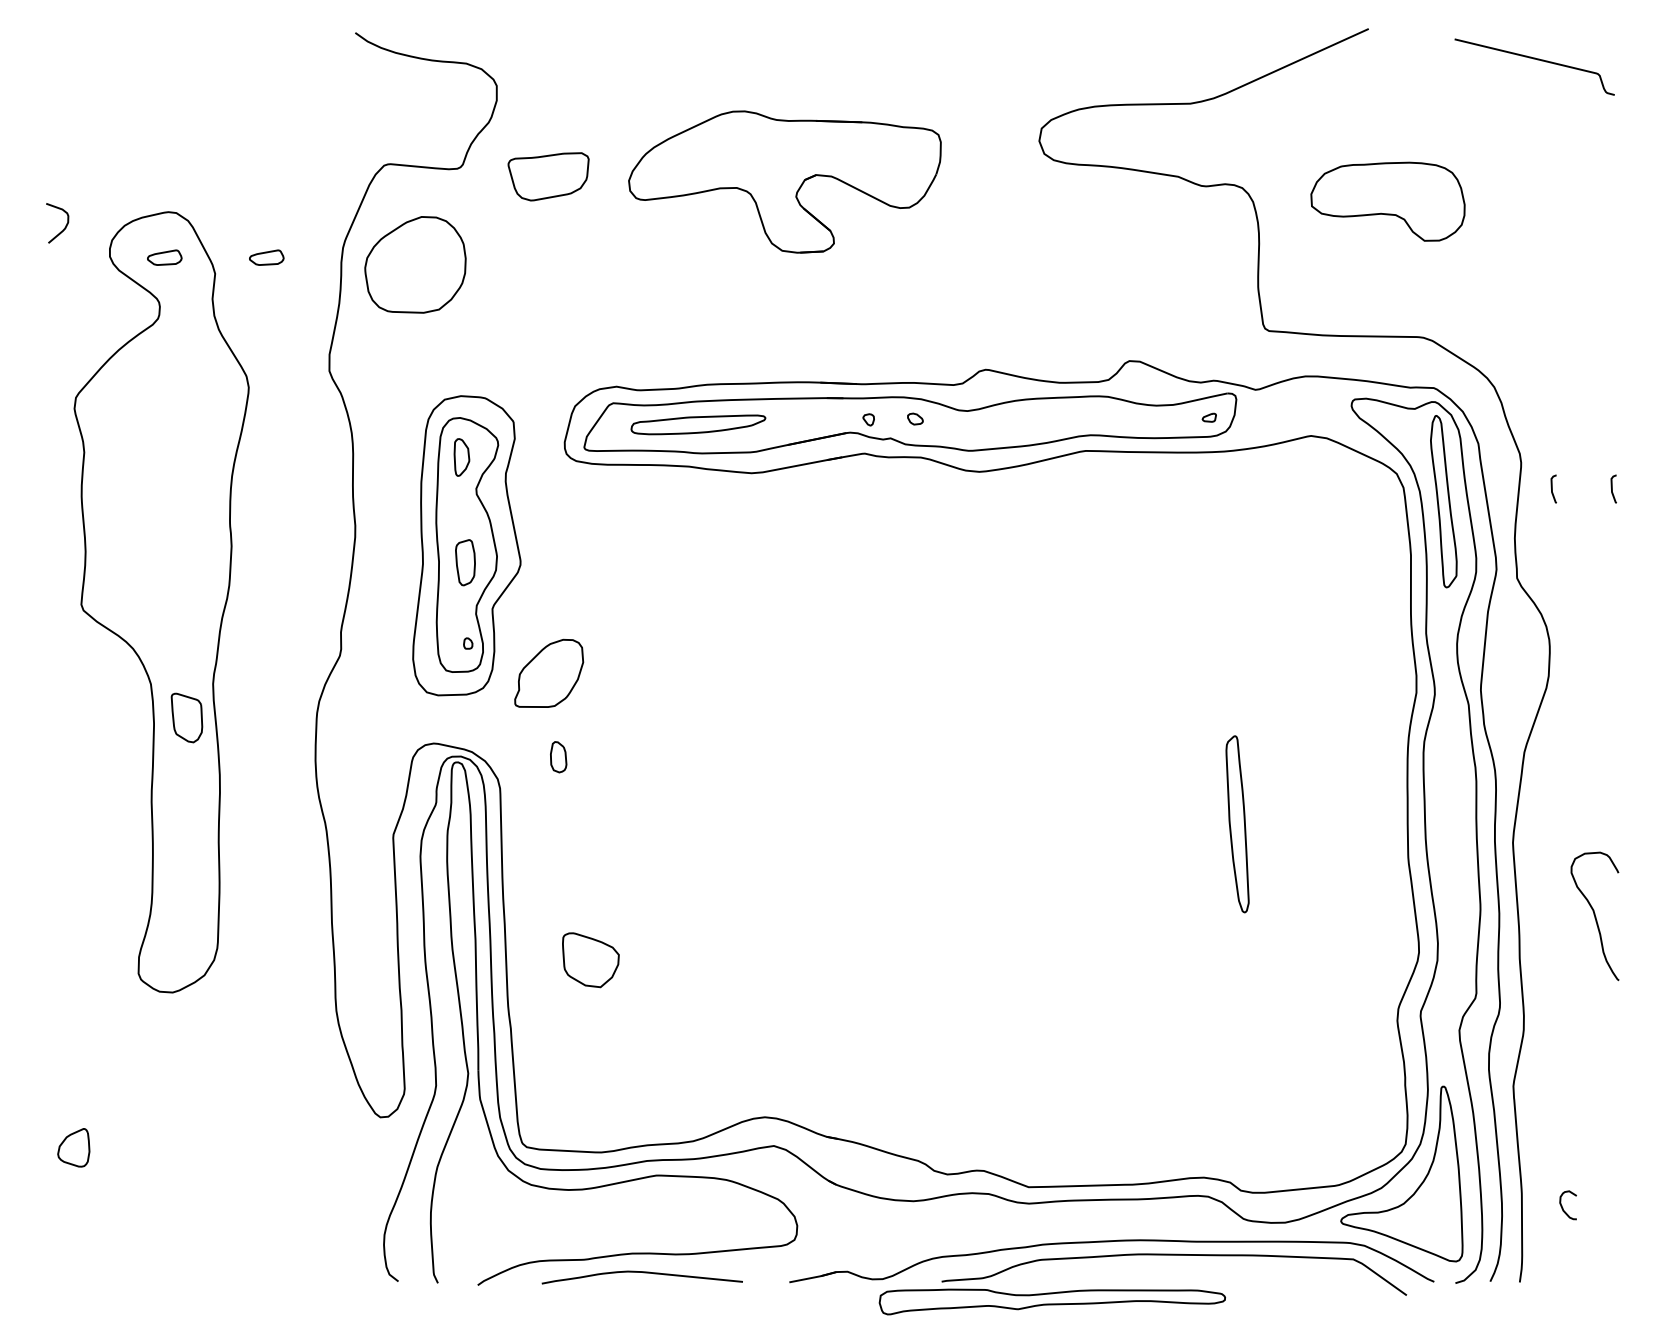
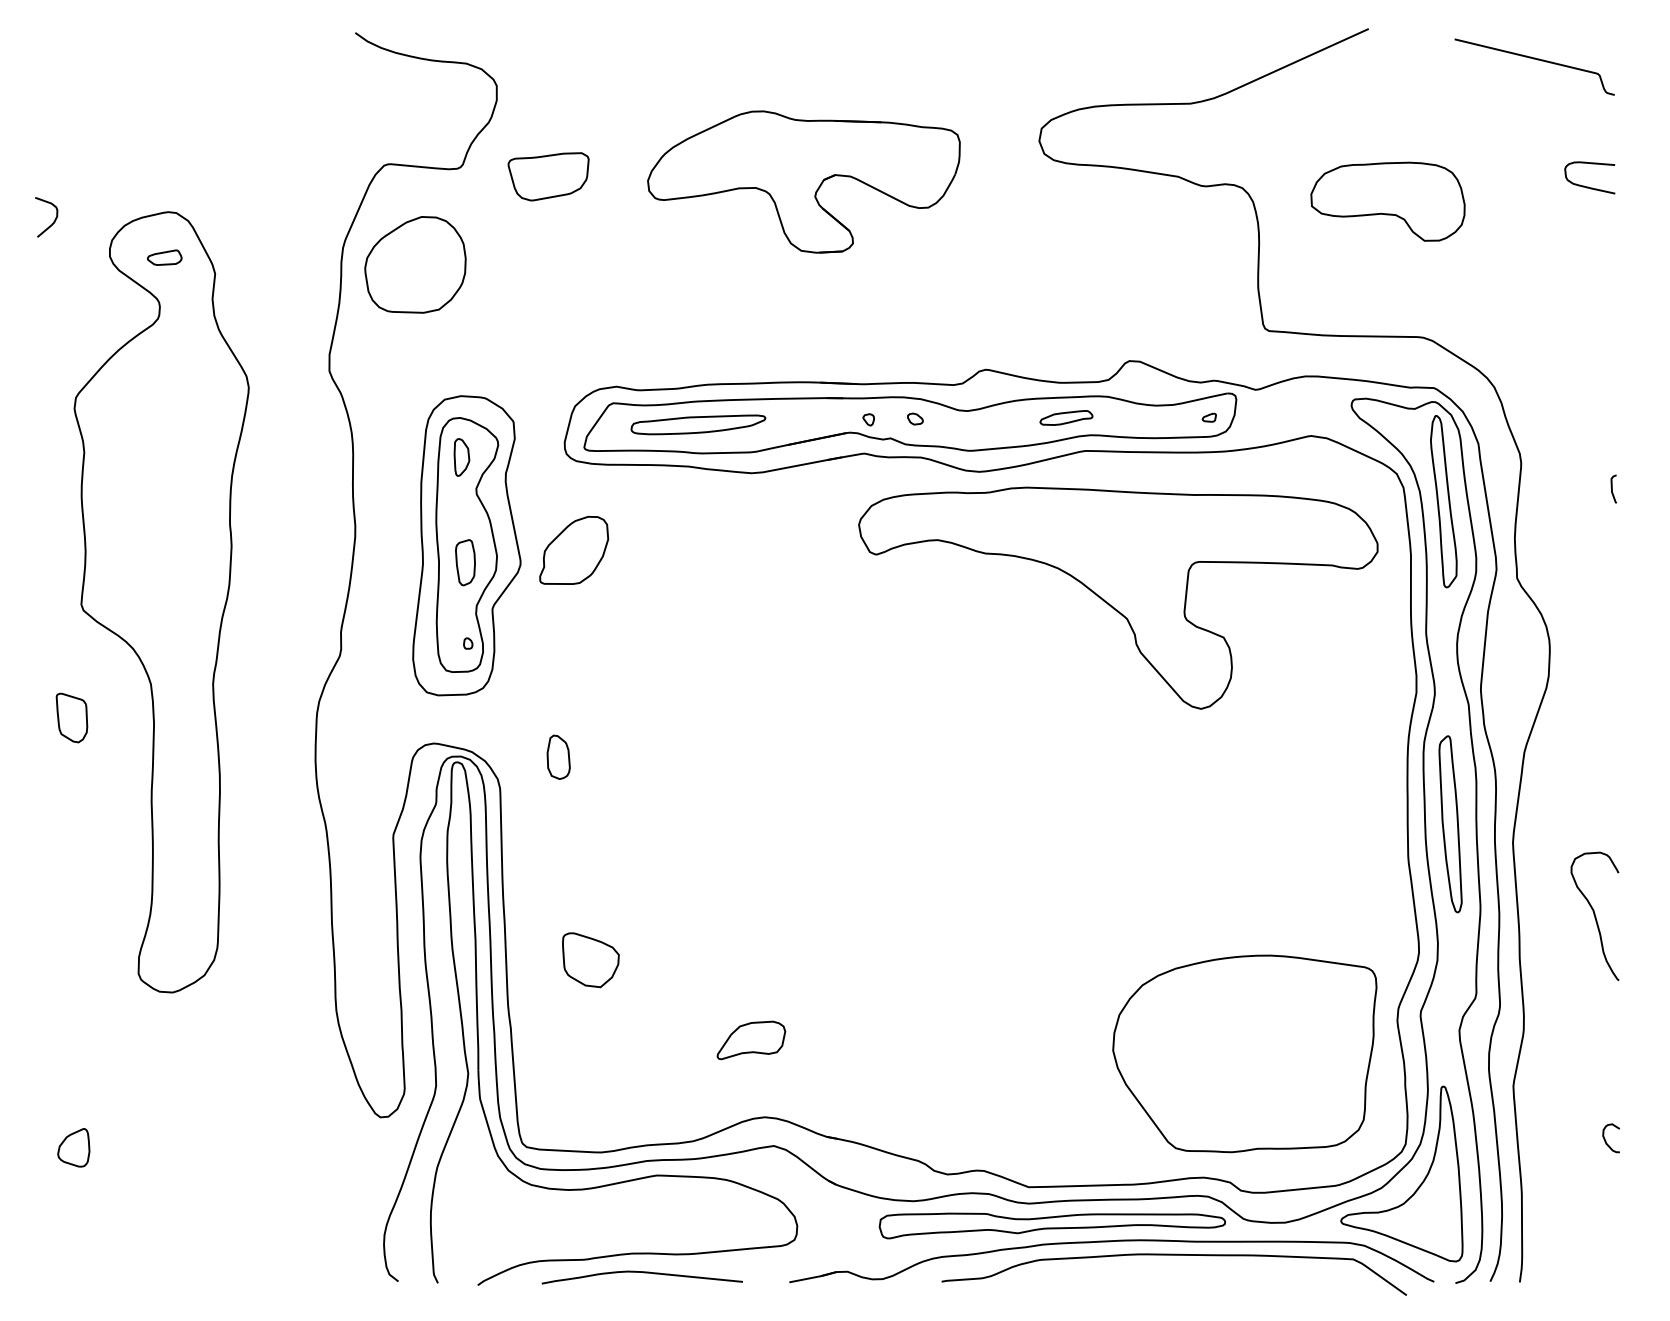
part at (784, 181) position: (784, 181) -> (803, 181)
curve at (1588, 186): none -> present
curve at (63, 228) position: (63, 228) -> (52, 222)
part at (266, 257): present -> none
part at (1066, 417): none -> present
curve at (1552, 488): present -> none
part at (1118, 597): none -> present
part at (549, 672) position: (549, 672) -> (574, 549)
part at (186, 717) position: (186, 717) -> (71, 717)
part at (558, 757) size: 18x33 px -> 25x46 px
part at (1237, 824) position: (1237, 824) -> (1450, 824)
part at (751, 1040): none -> present
part at (1244, 1053): none -> present
curve at (1563, 1207) position: (1563, 1207) -> (1606, 1140)
part at (1051, 1301) position: (1051, 1301) -> (1051, 1225)
